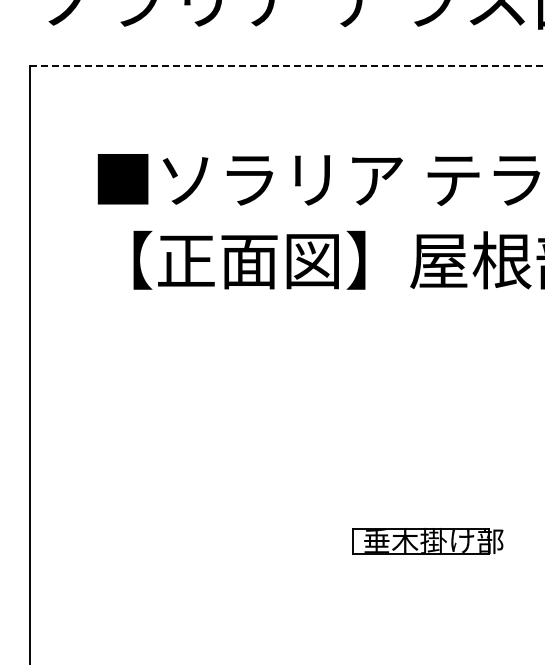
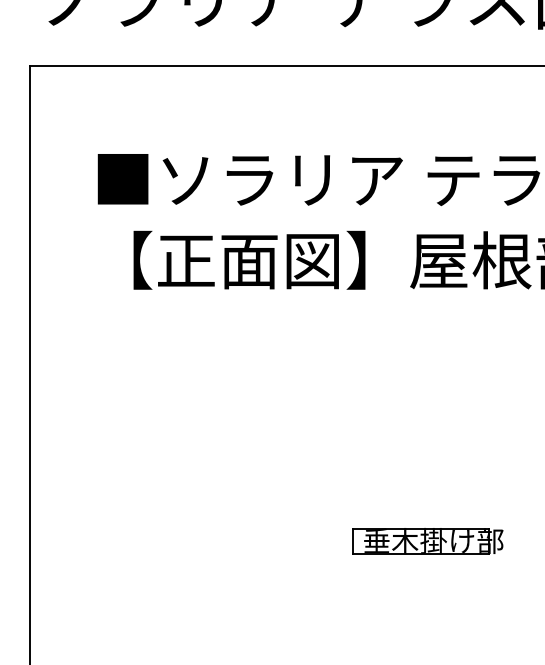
line at (287, 65): dashed -> solid
